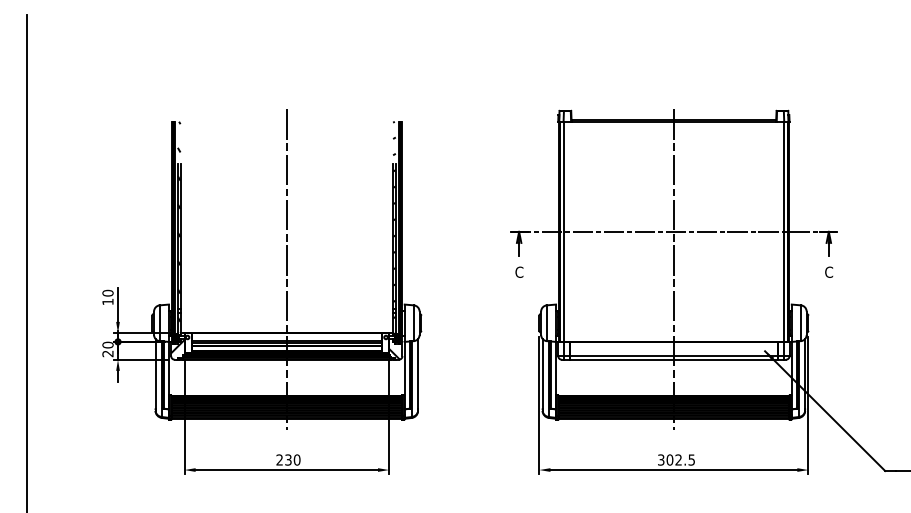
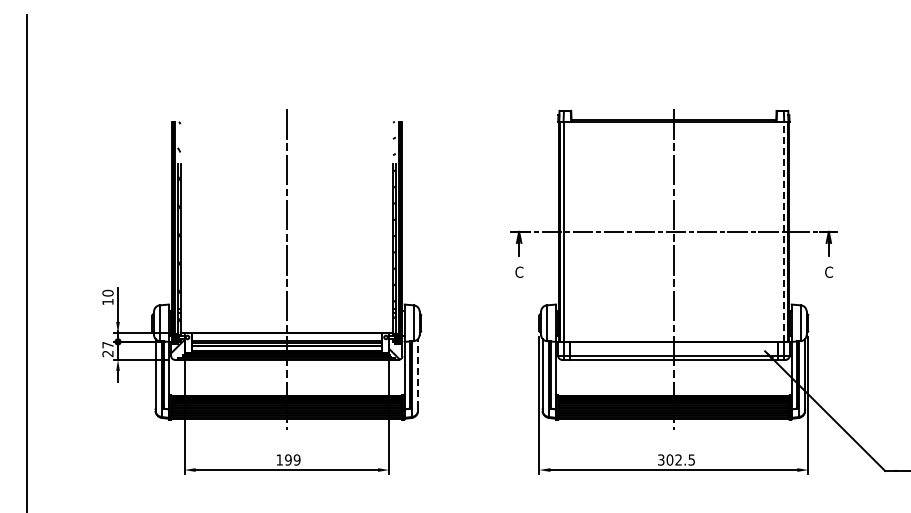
line at (783, 231): solid -> dashed
text at (107, 344): 20 -> 27
line at (418, 373): solid -> dashed
text at (288, 459): 230 -> 199
